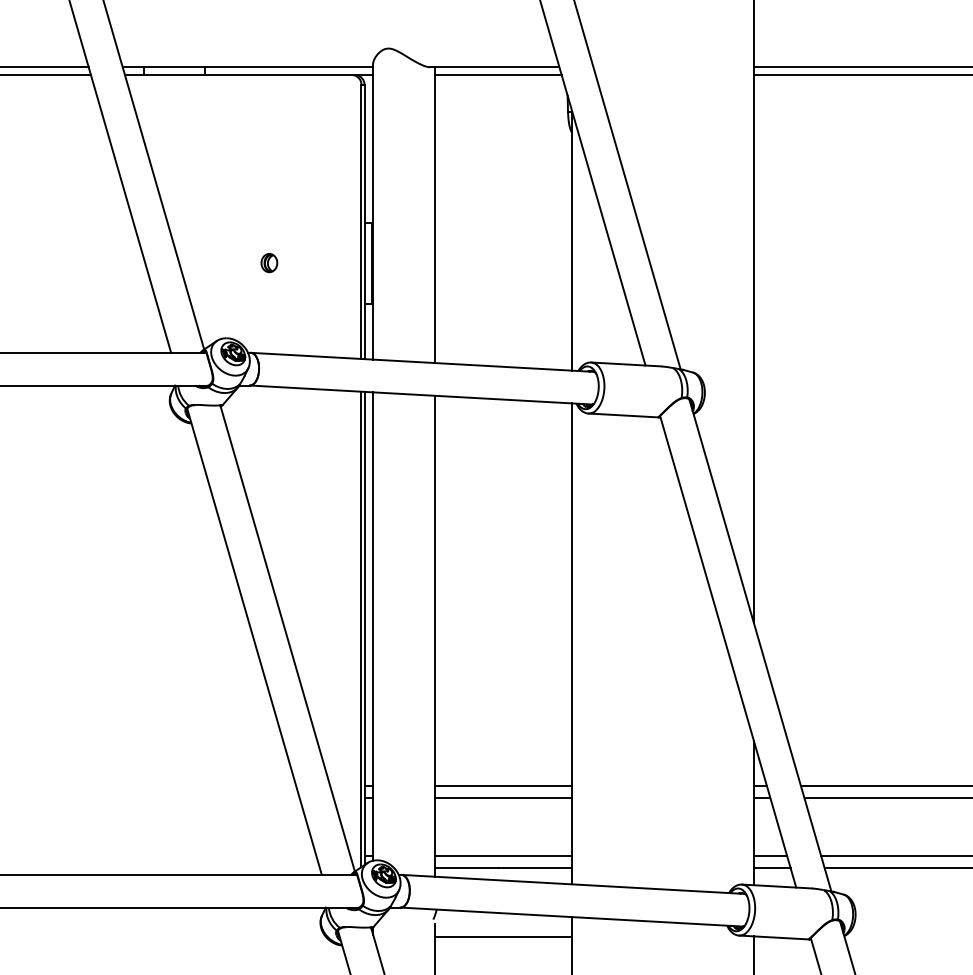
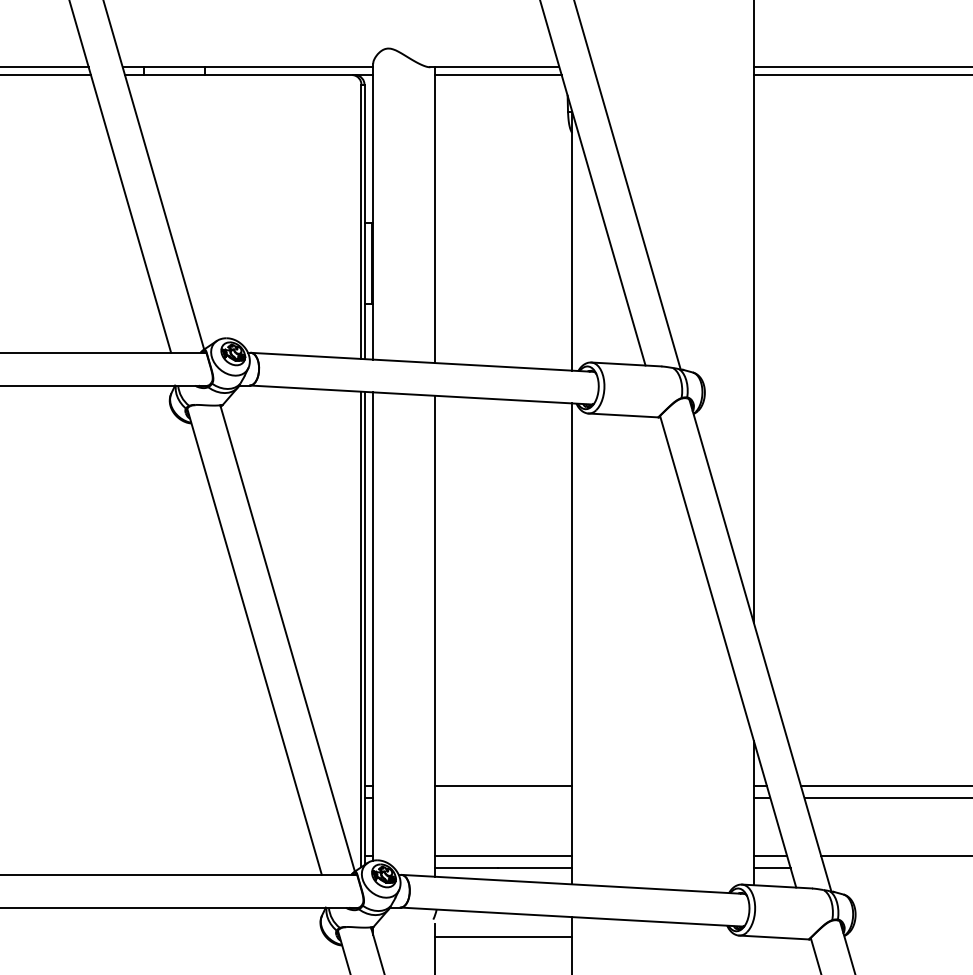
part at (269, 263): present -> none
line at (503, 798): present -> none
line at (896, 867): present -> none
line at (753, 953): present -> none
